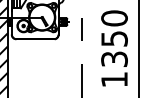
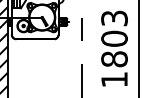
text at (114, 38): 1350 -> 1803
